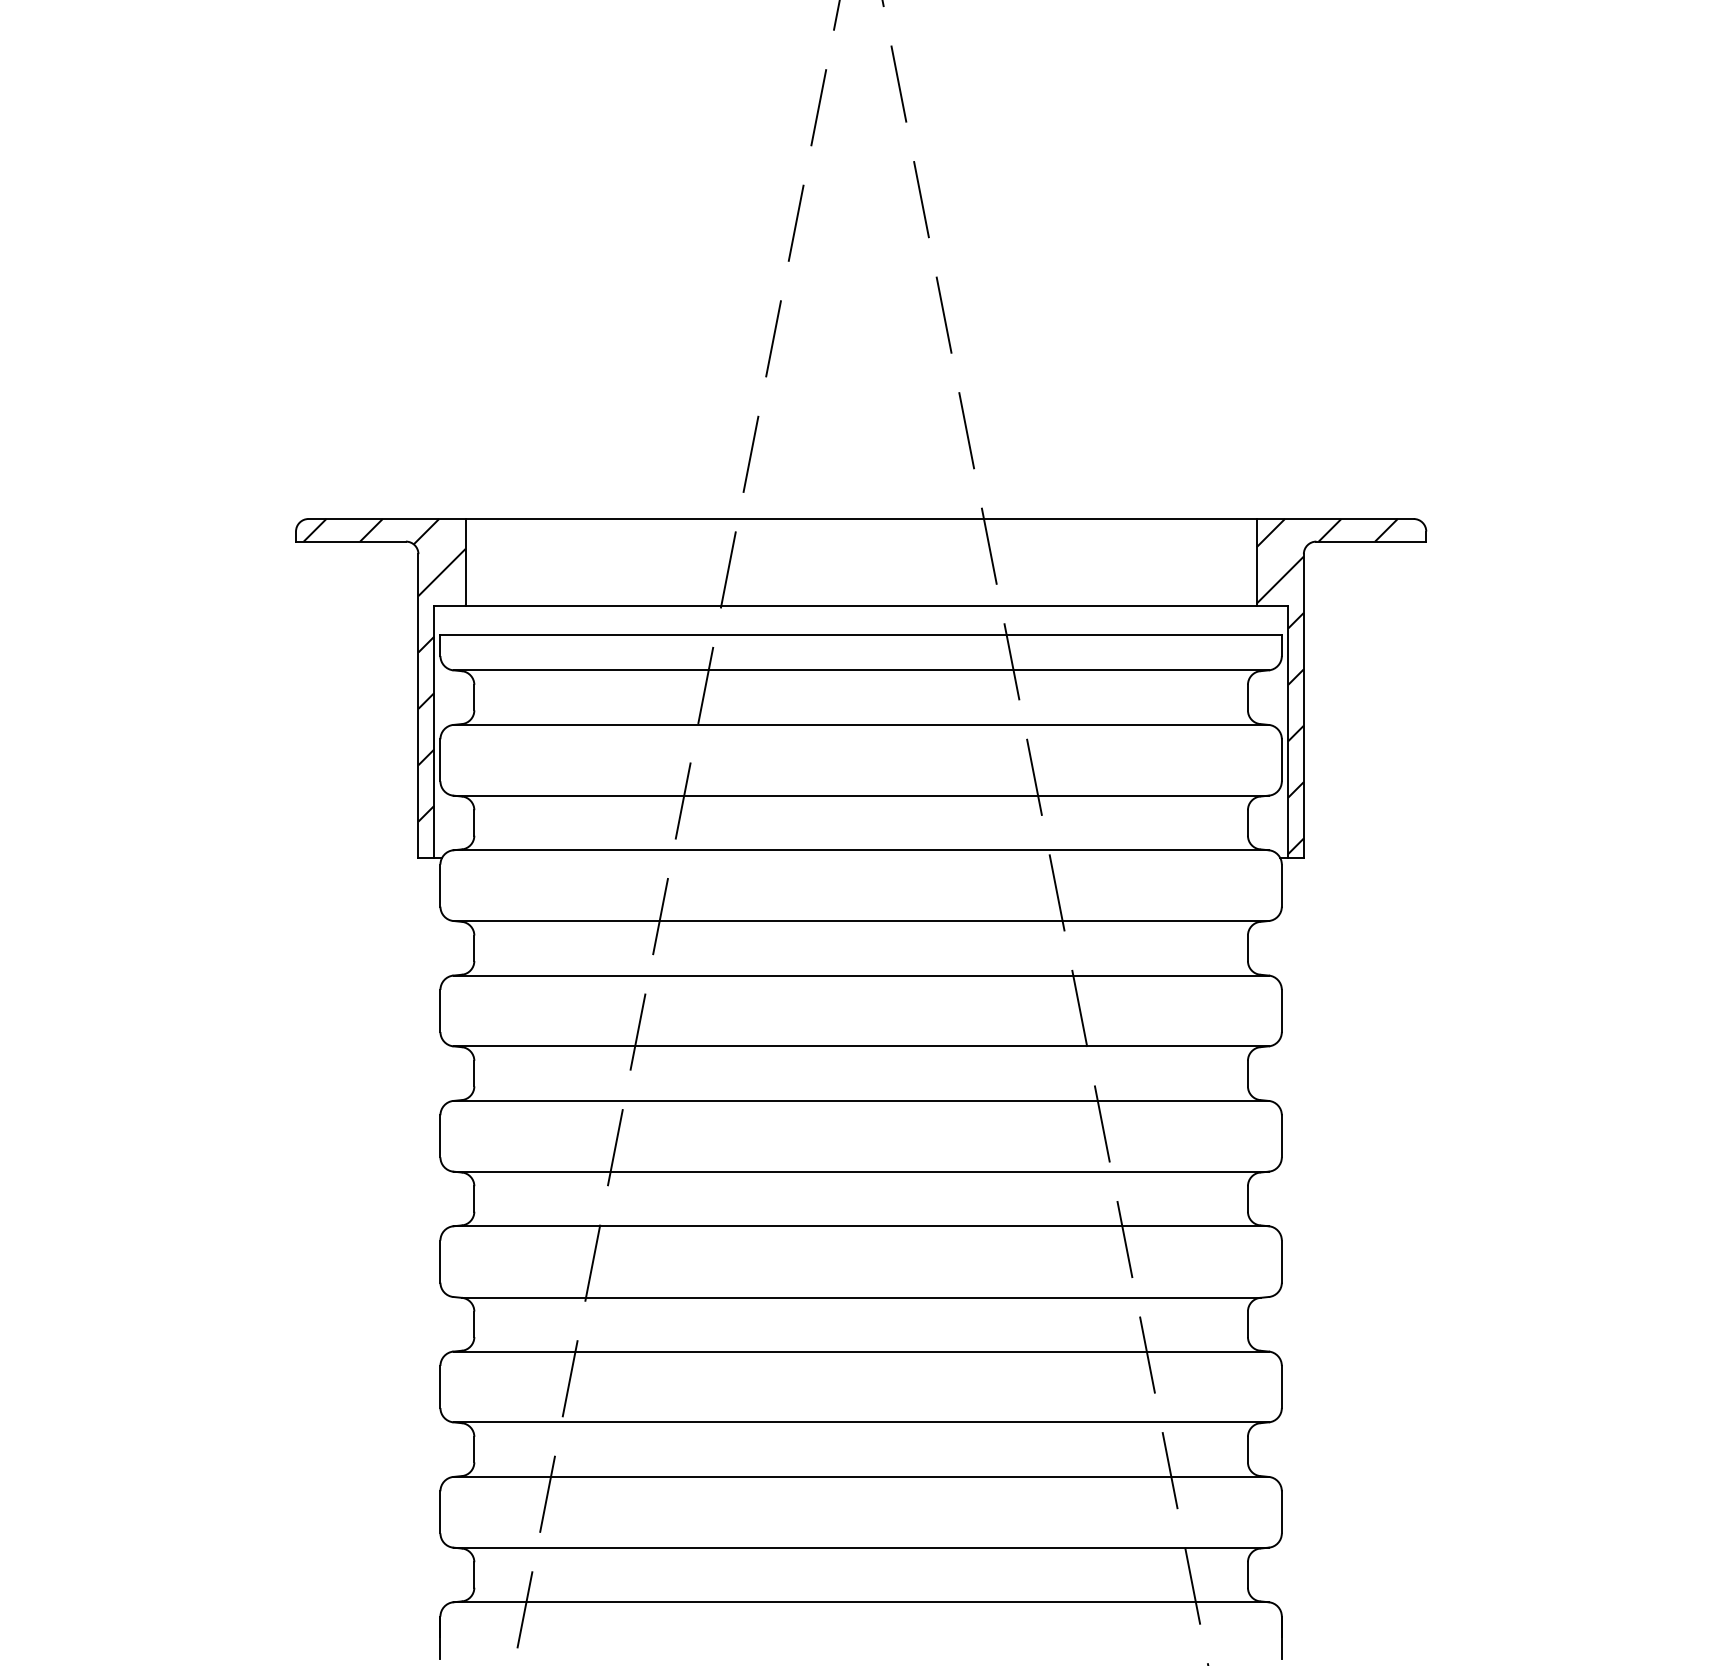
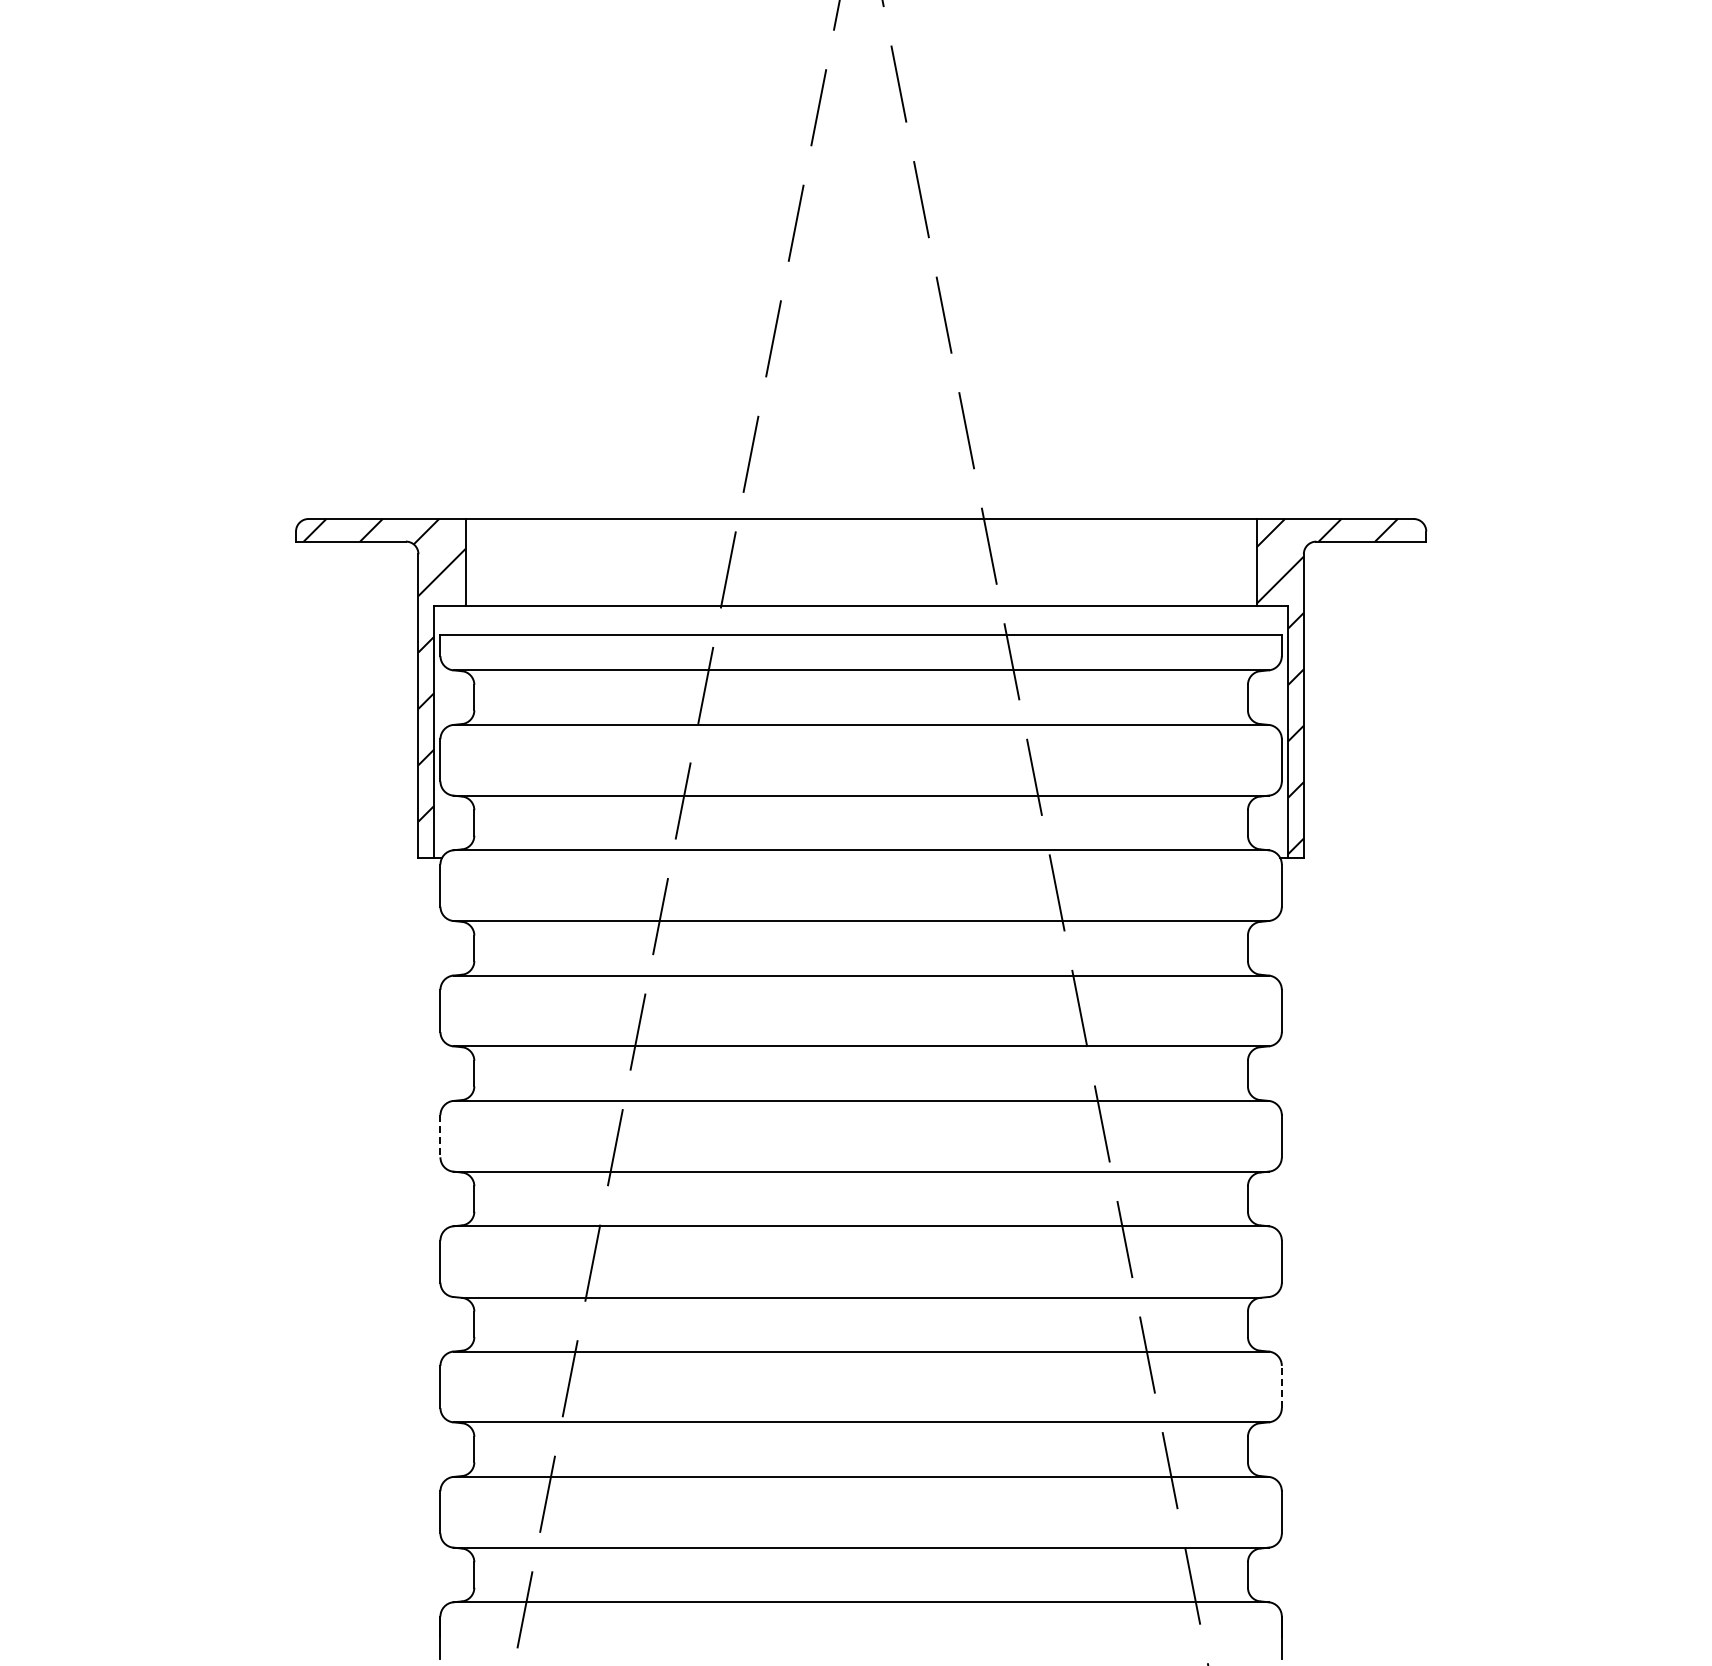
line at (440, 1136): solid -> dashed
line at (1281, 1386): solid -> dashed
